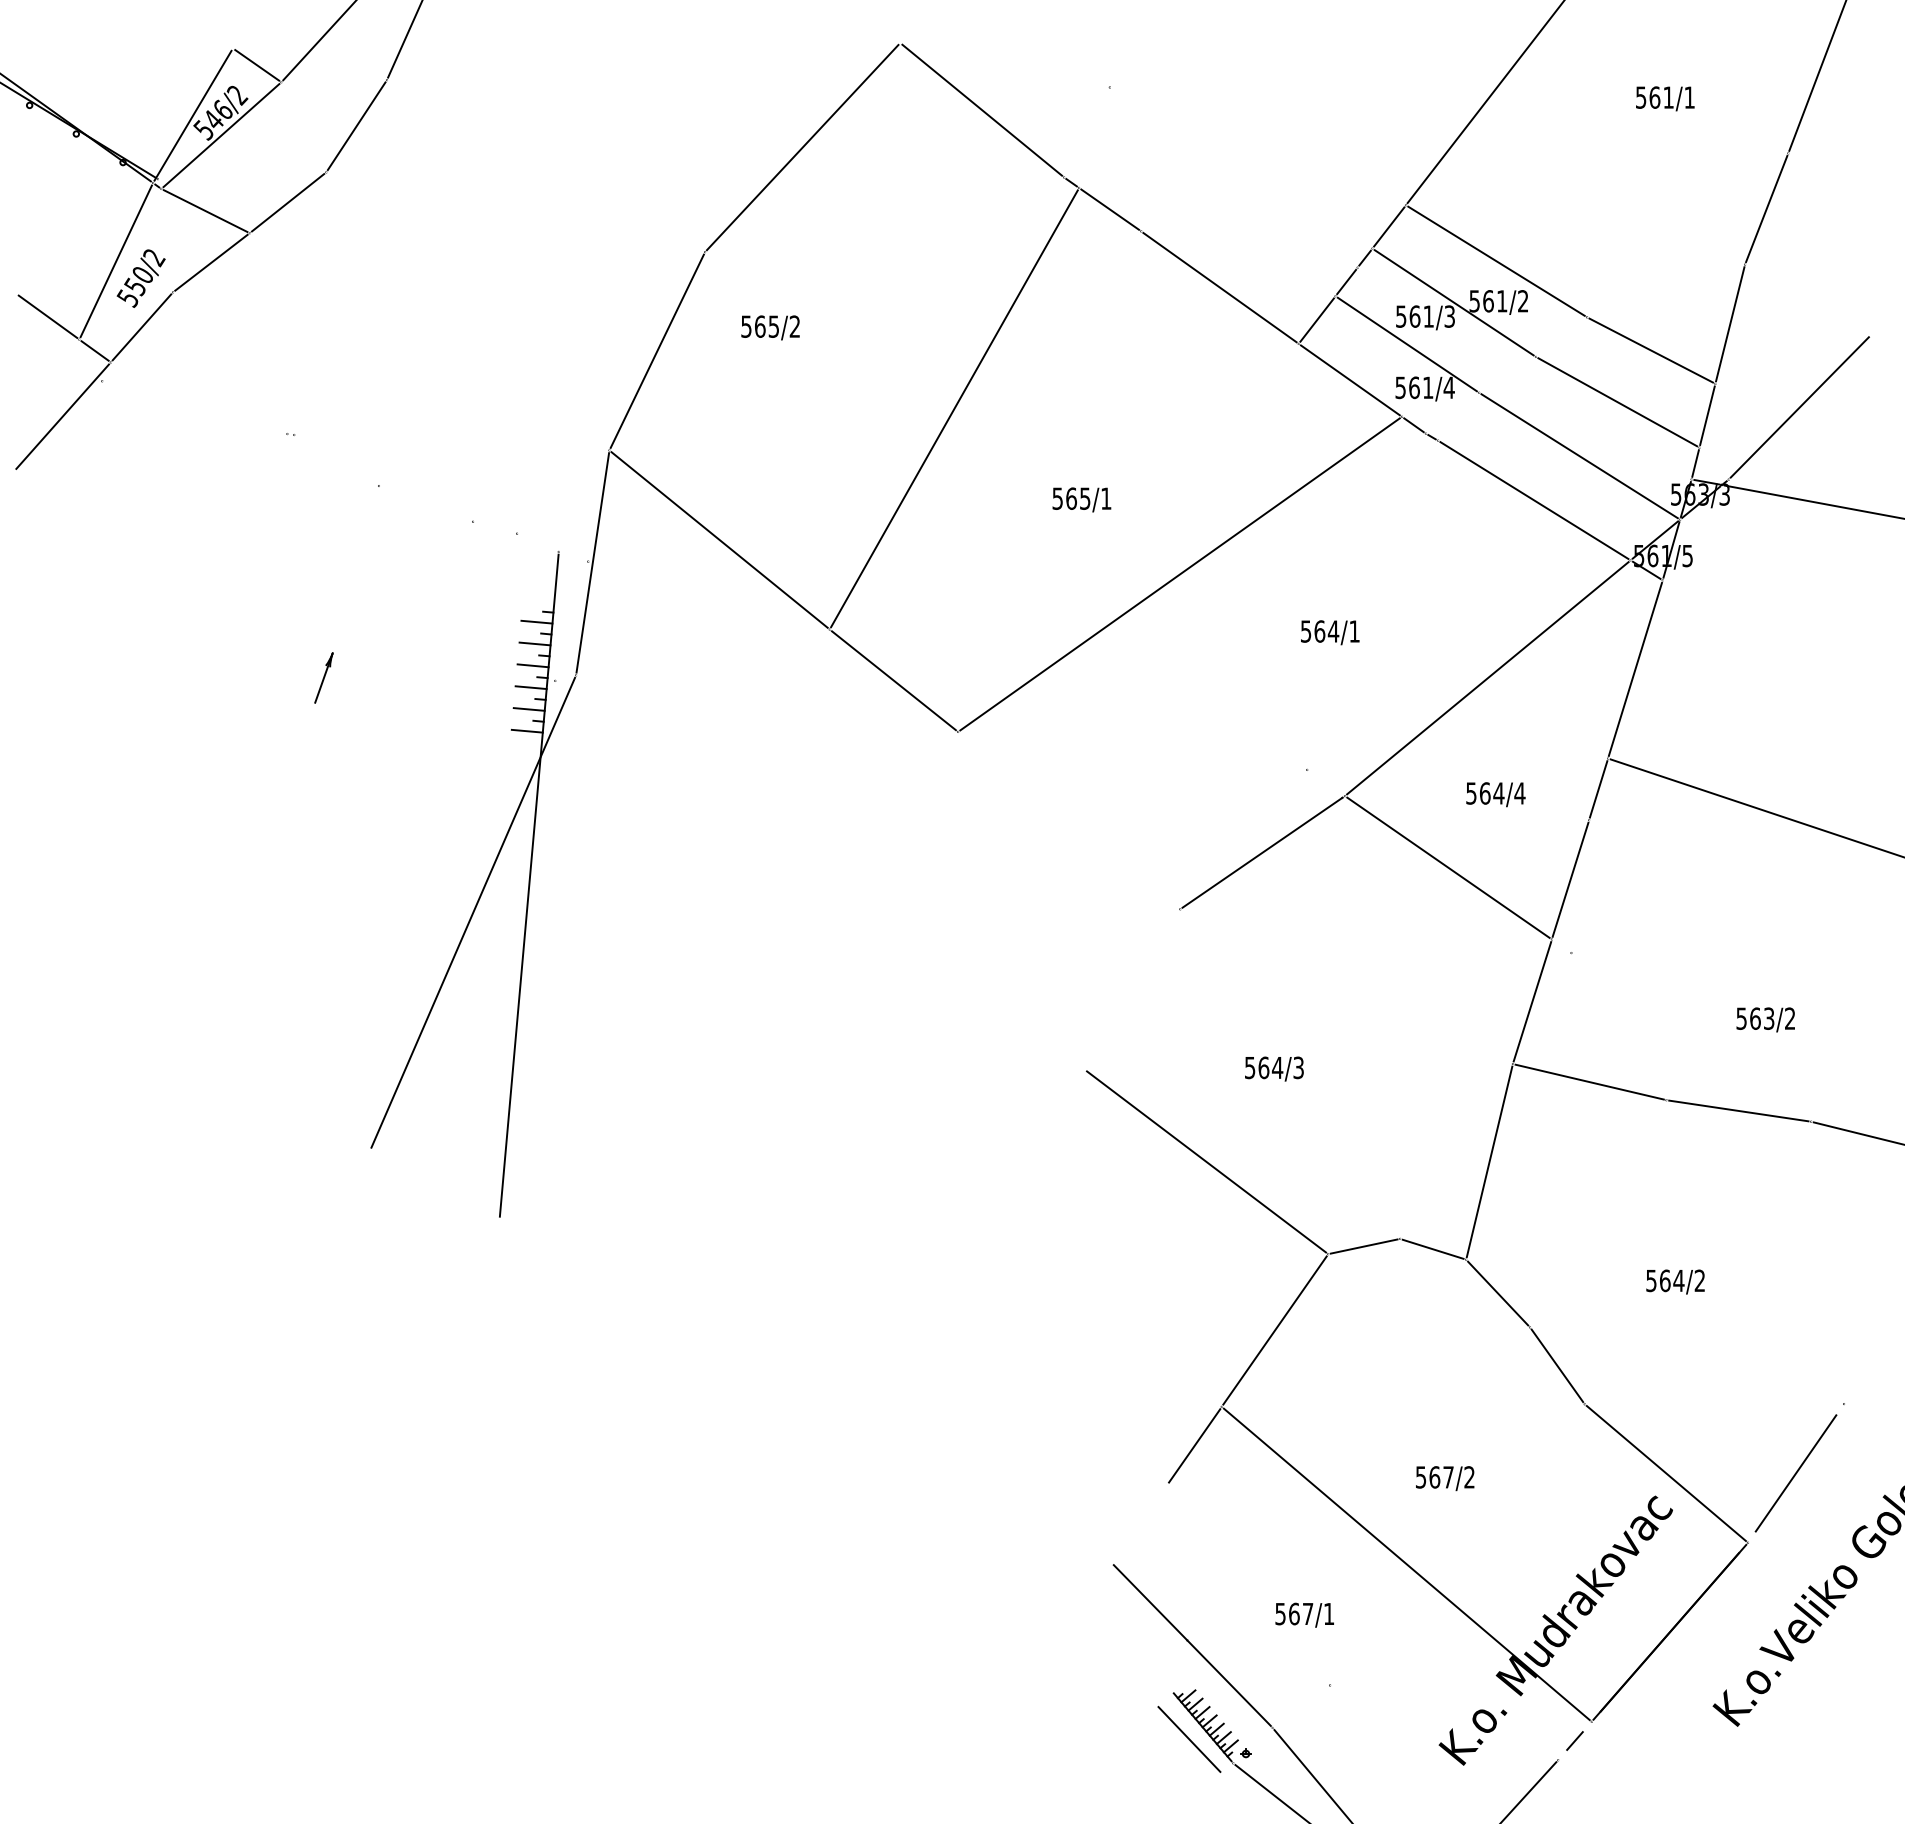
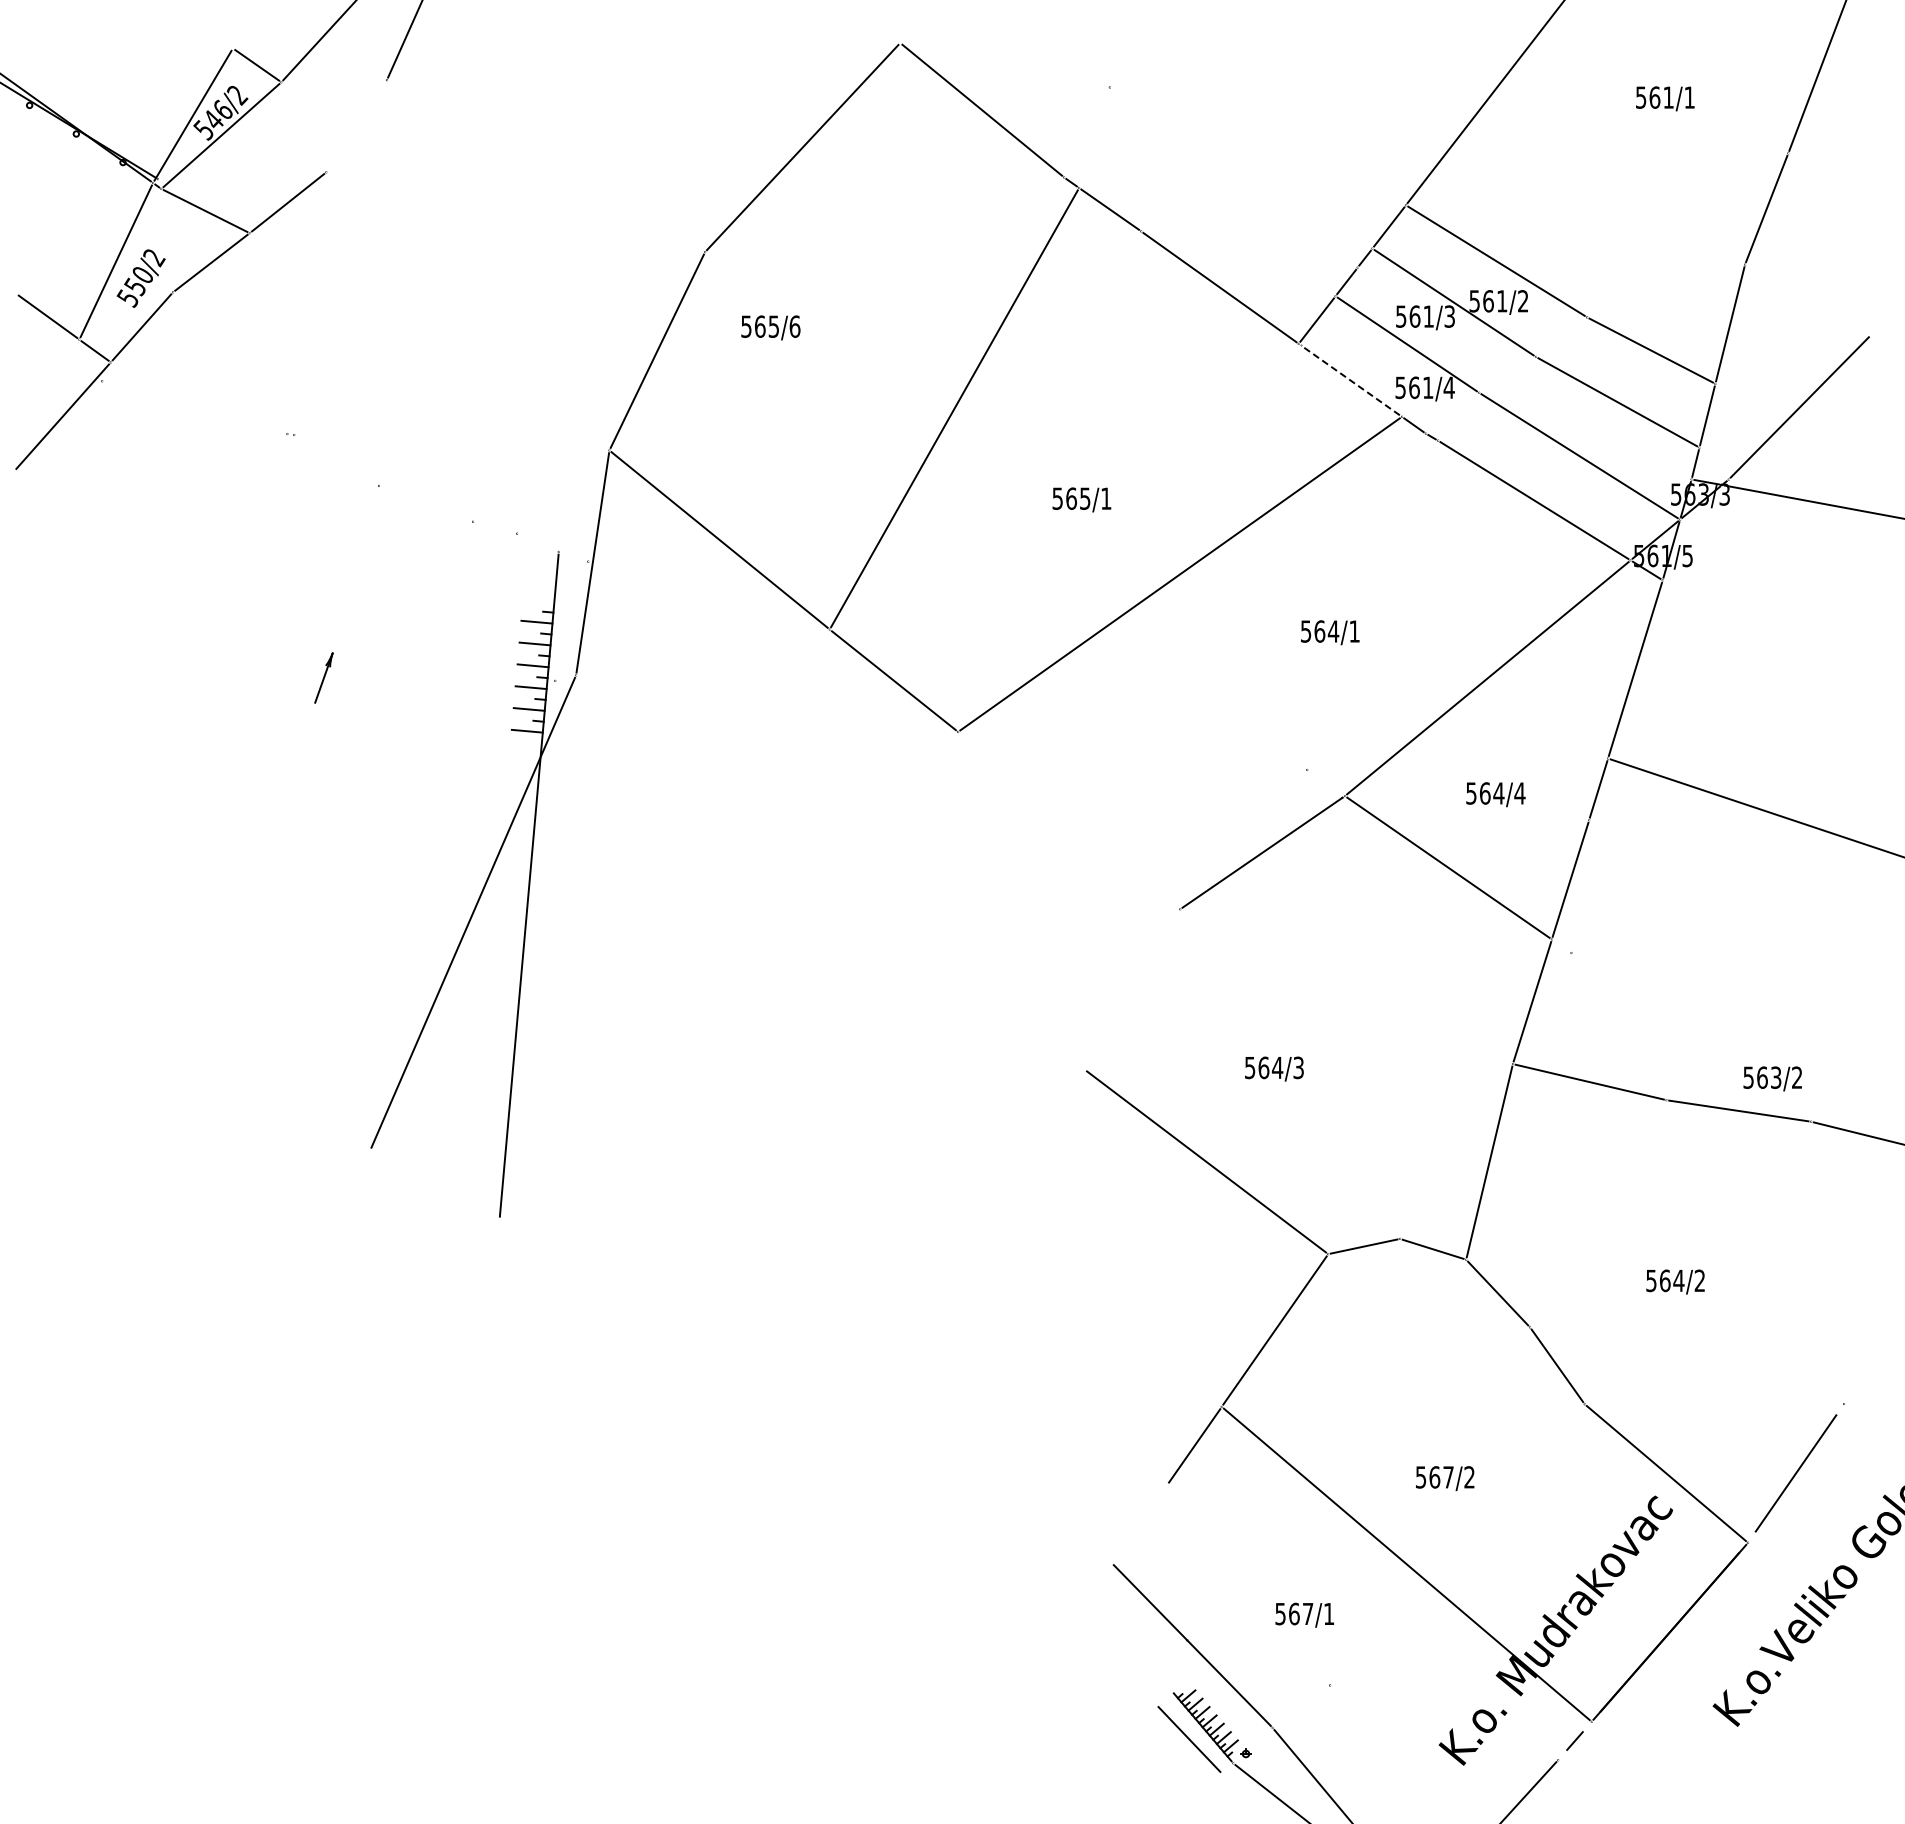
line at (356, 126): present -> none
text at (794, 326): 565/2 -> 565/6
line at (1350, 380): solid -> dashed
text at (1765, 1019) position: (1765, 1019) -> (1772, 1078)
